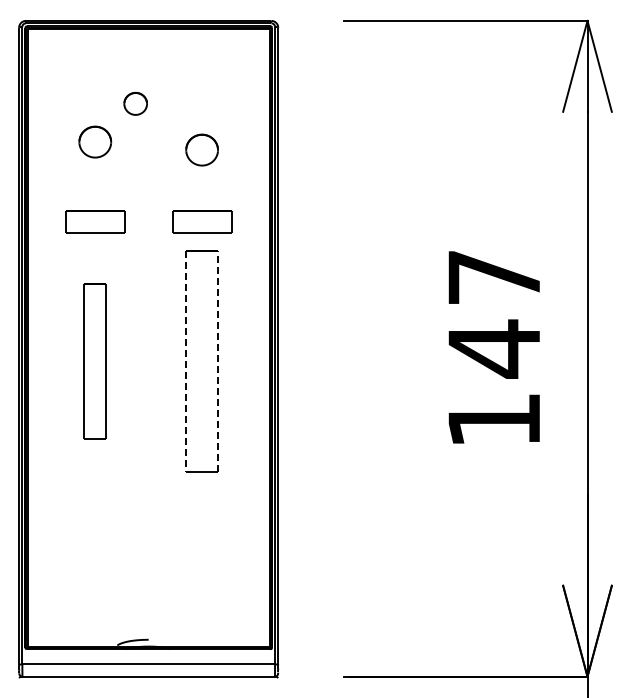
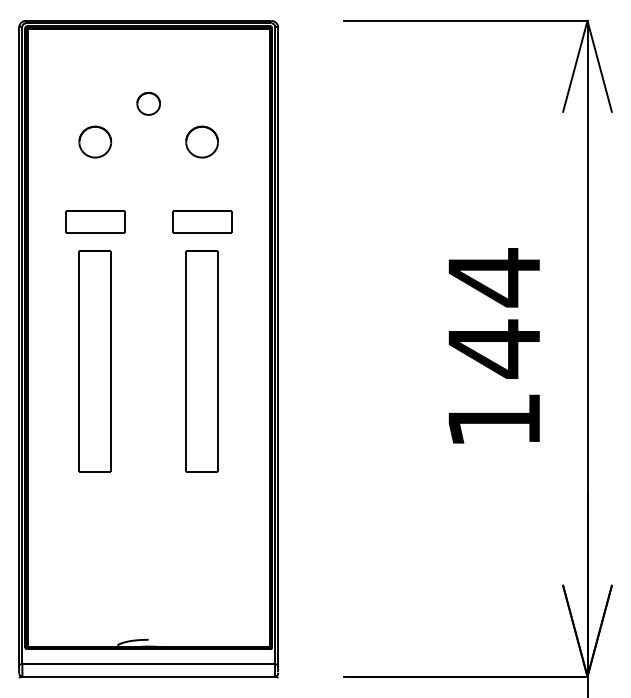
part at (135, 103) position: (135, 103) -> (148, 103)
part at (201, 149) position: (201, 149) -> (201, 141)
text at (493, 277): 147 -> 144
part at (94, 361) size: 24x157 px -> 34x223 px
line at (186, 361): dashed -> solid
line at (218, 361): dashed -> solid
